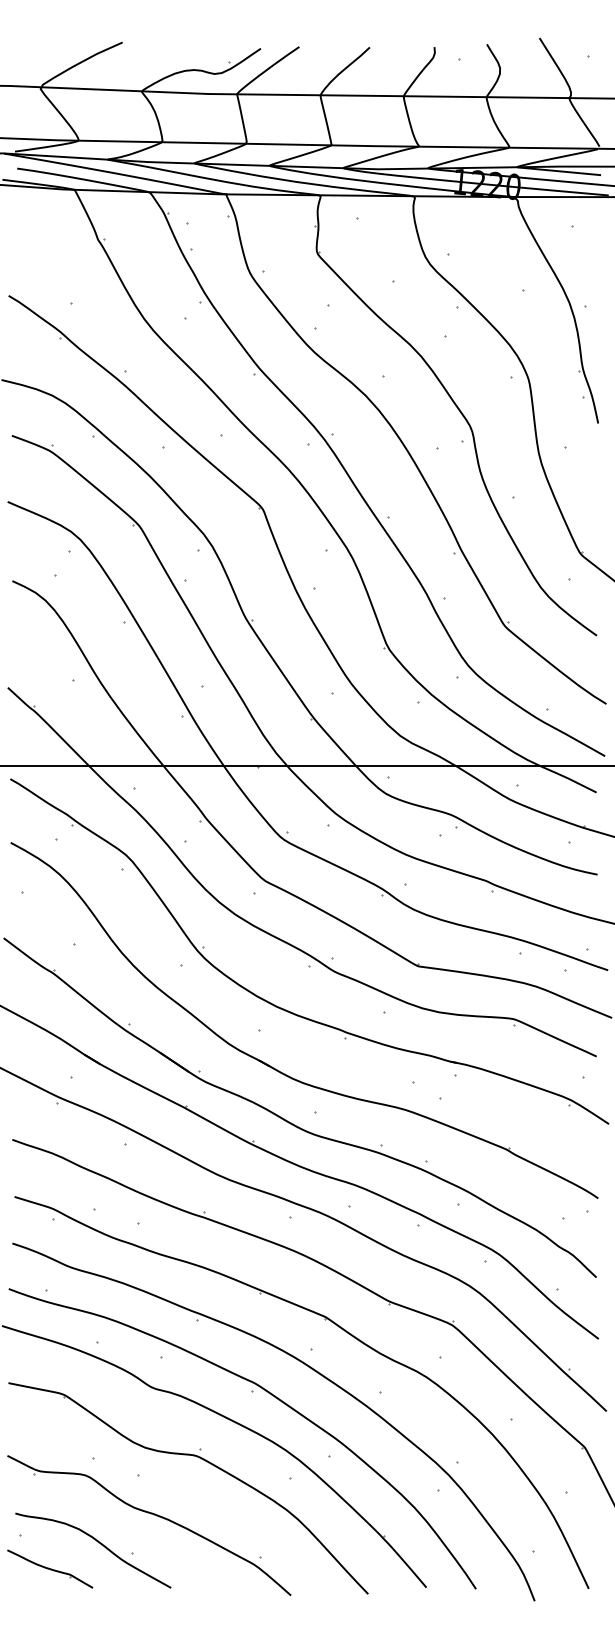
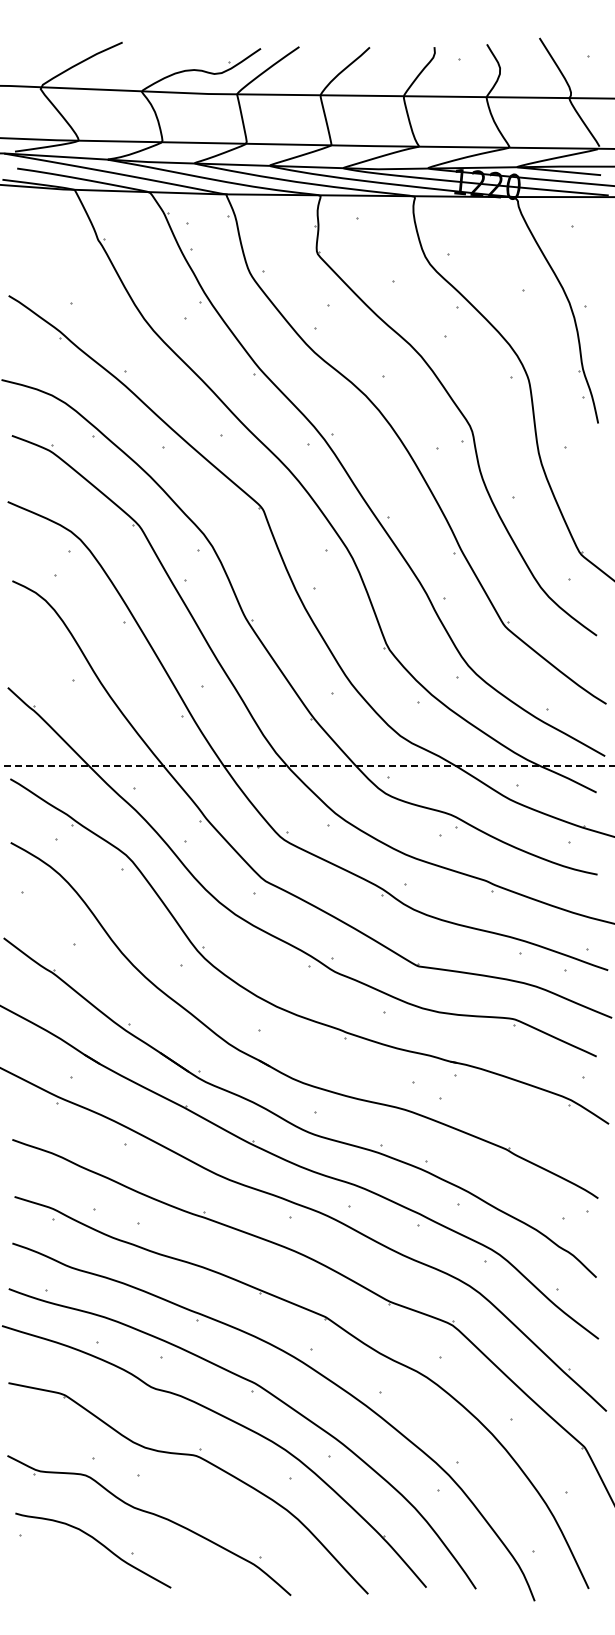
line at (307, 766): solid -> dashed
part at (50, 1568): present -> none
